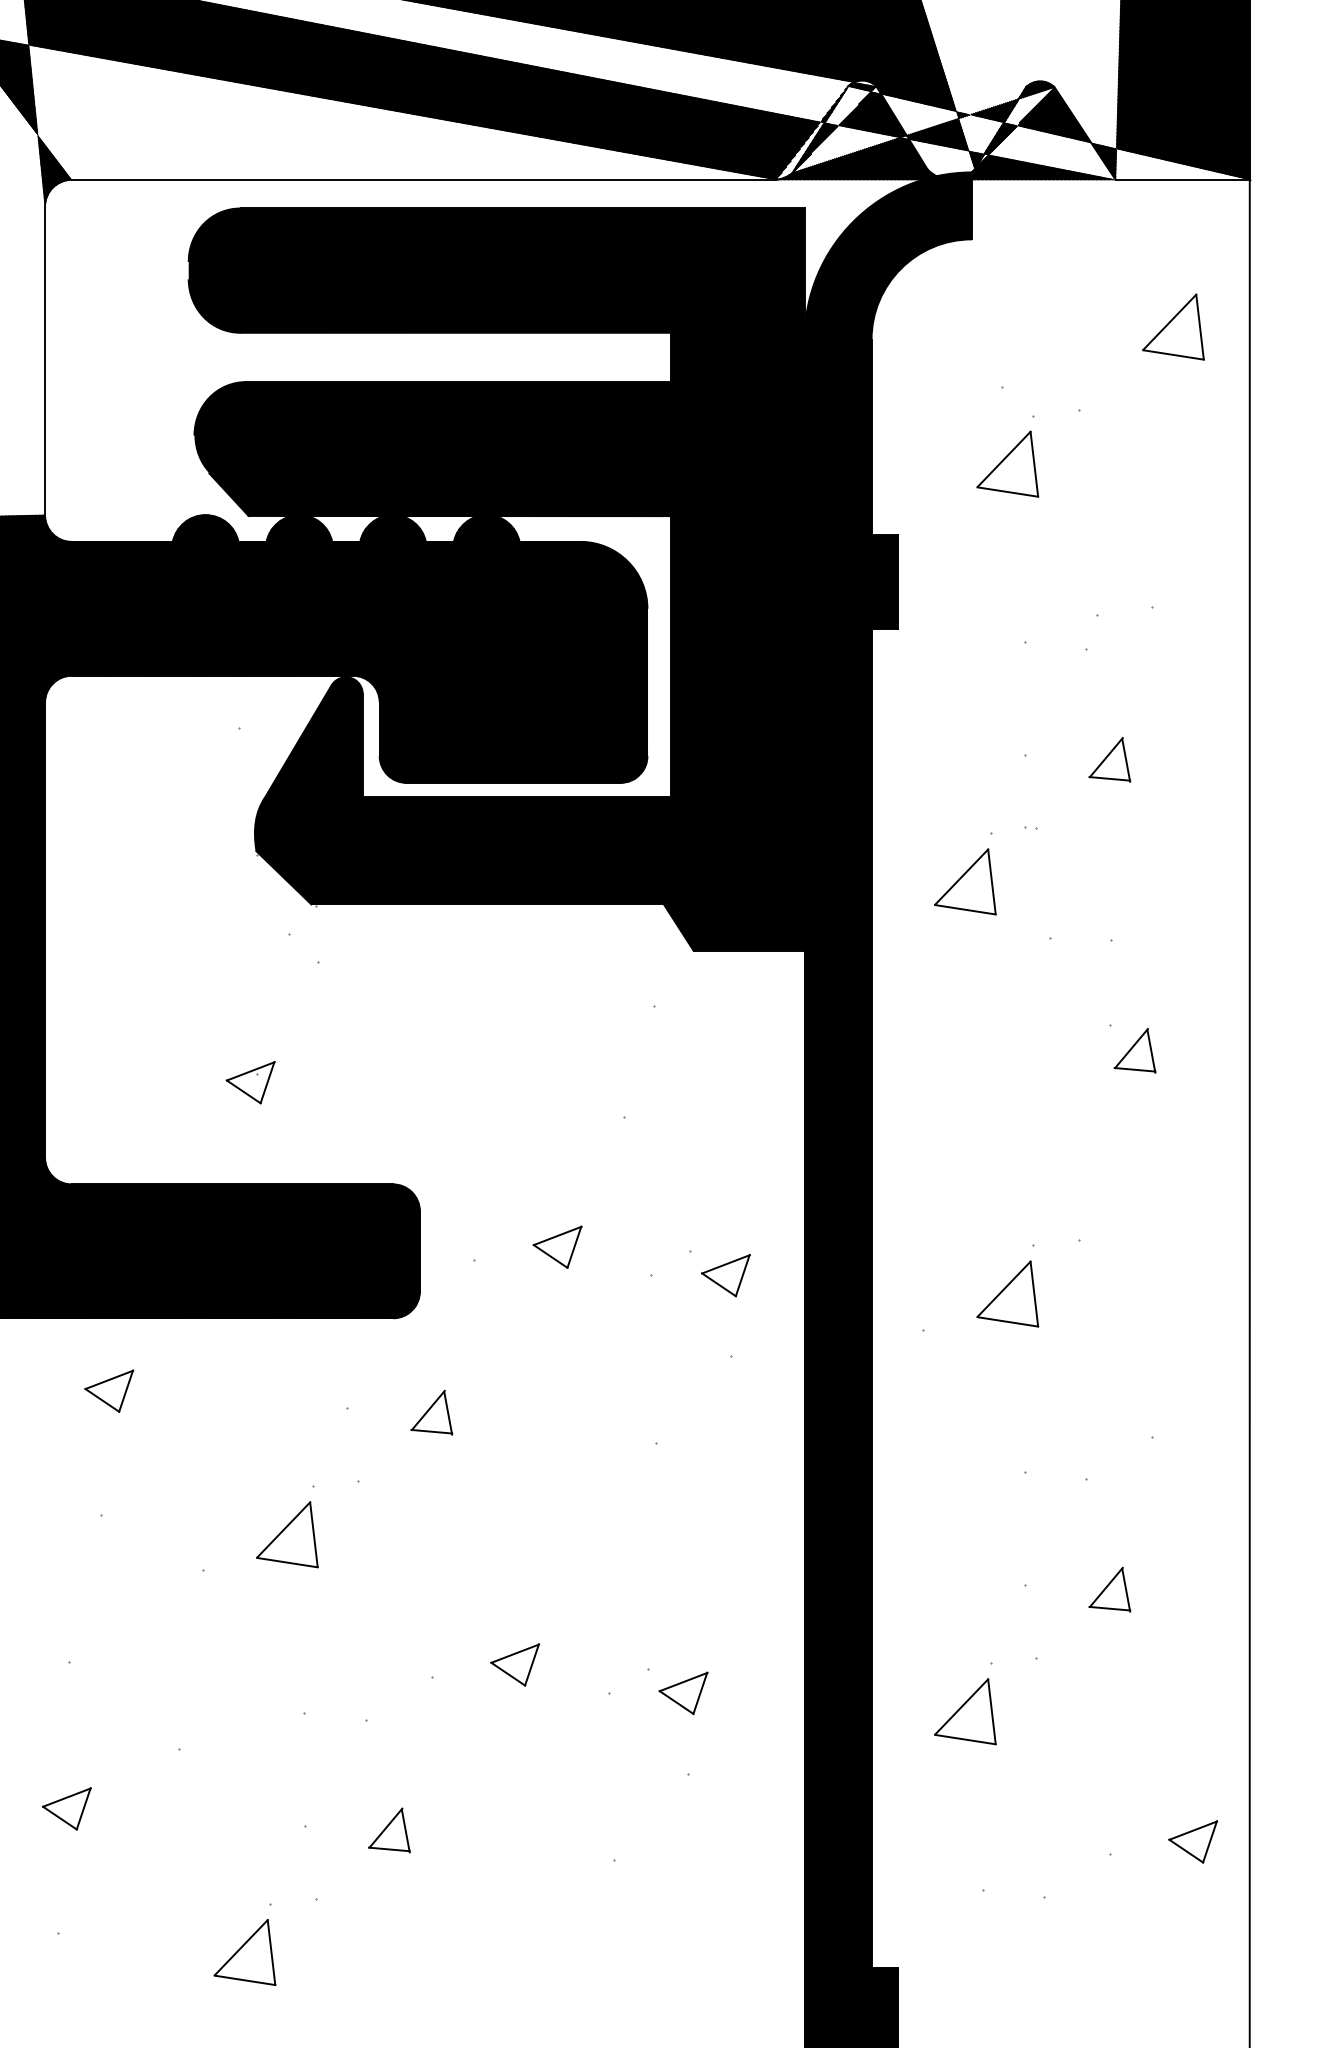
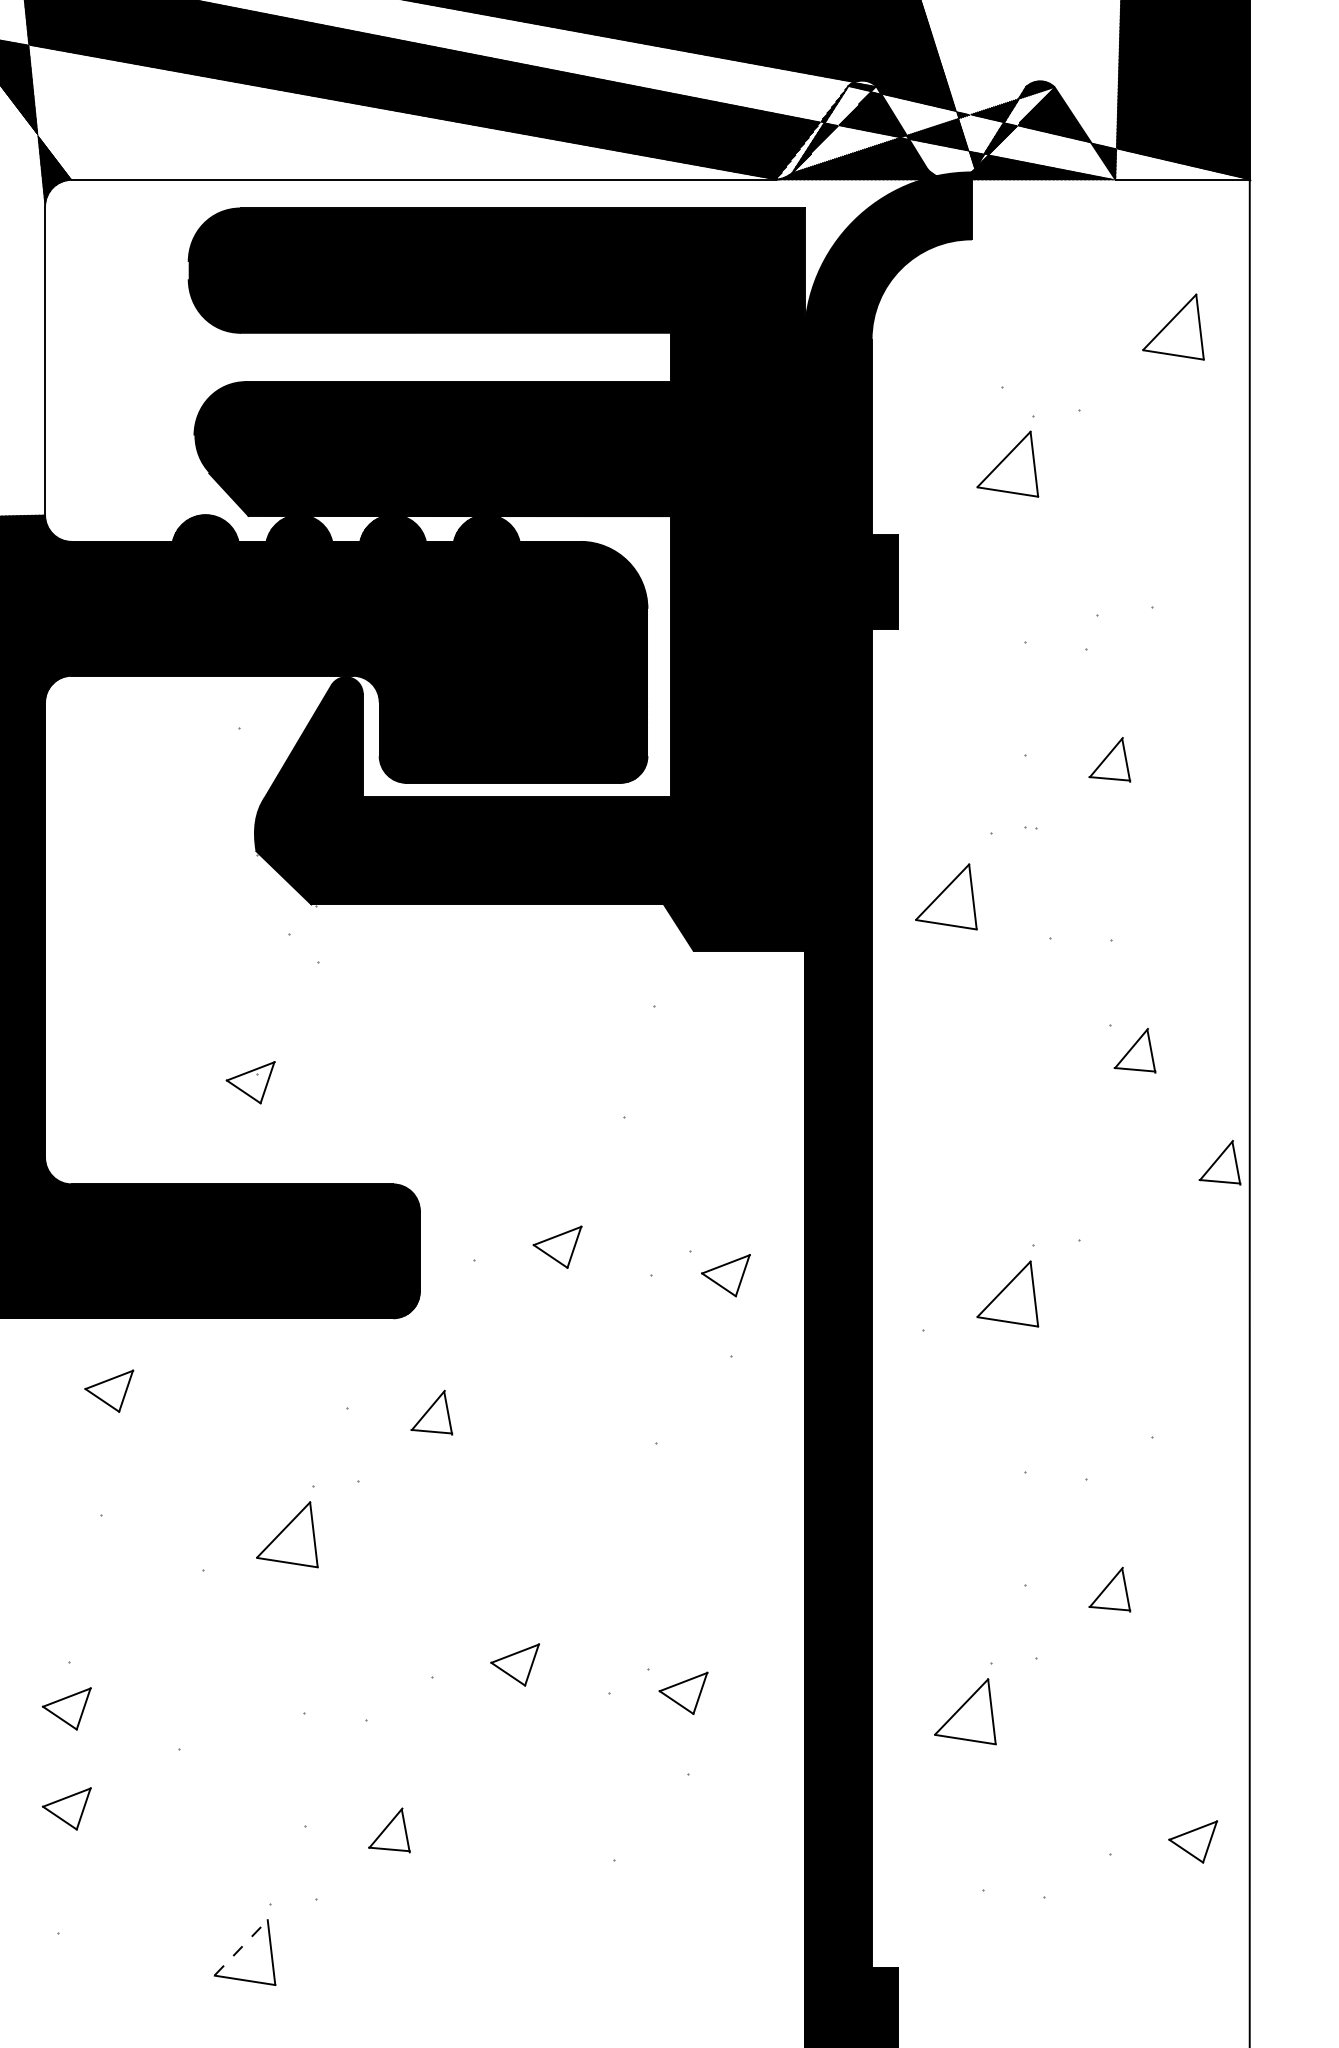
part at (965, 881) position: (965, 881) -> (946, 896)
part at (1219, 1162): none -> present
part at (66, 1708): none -> present
line at (241, 1947): solid -> dashed
